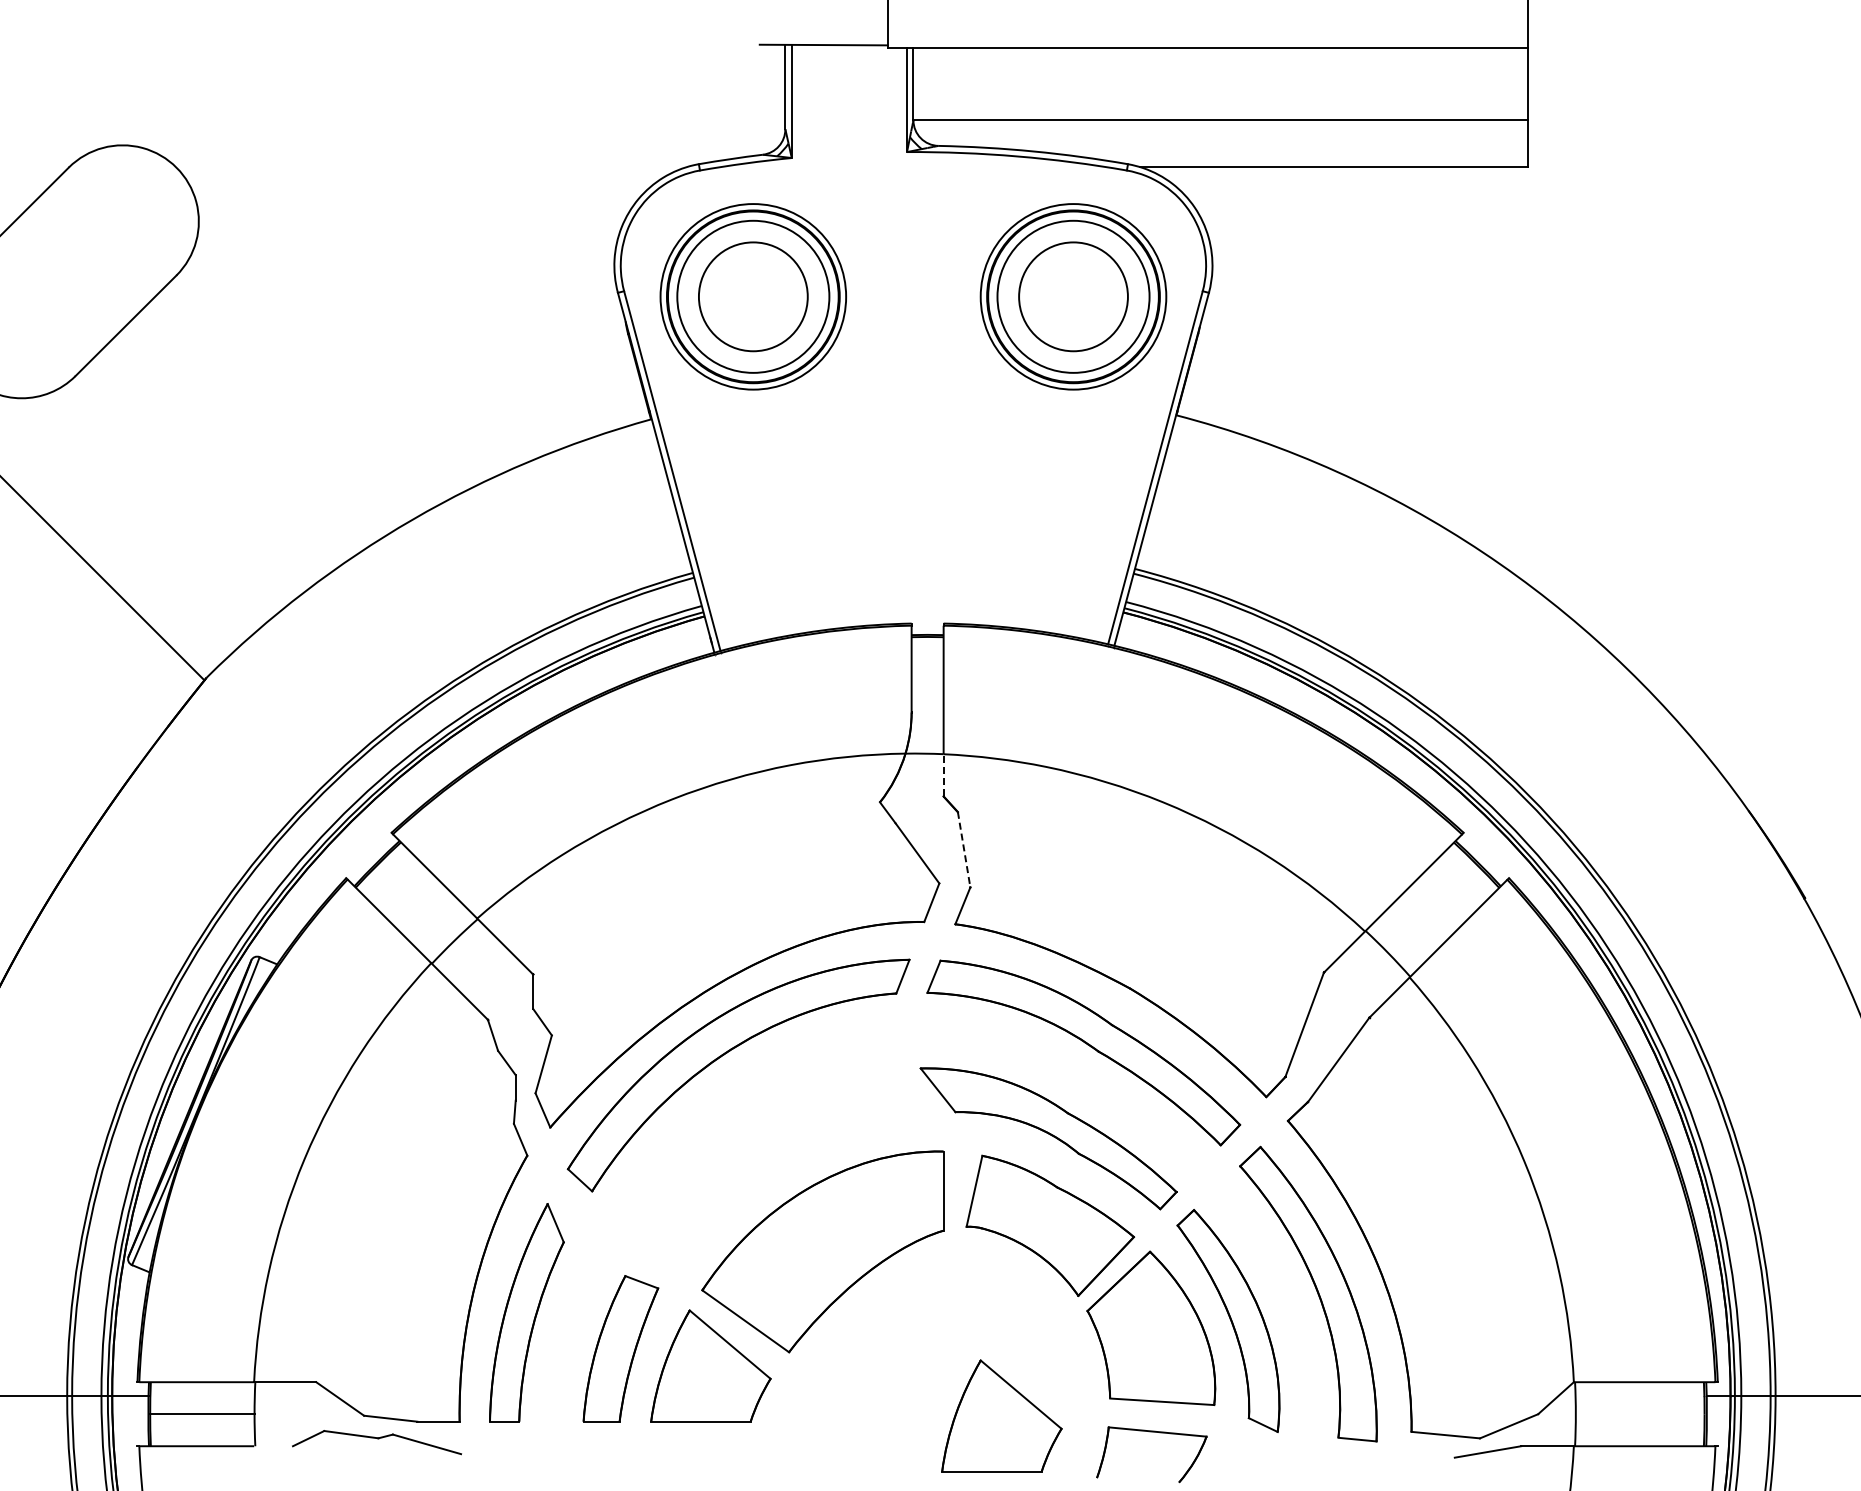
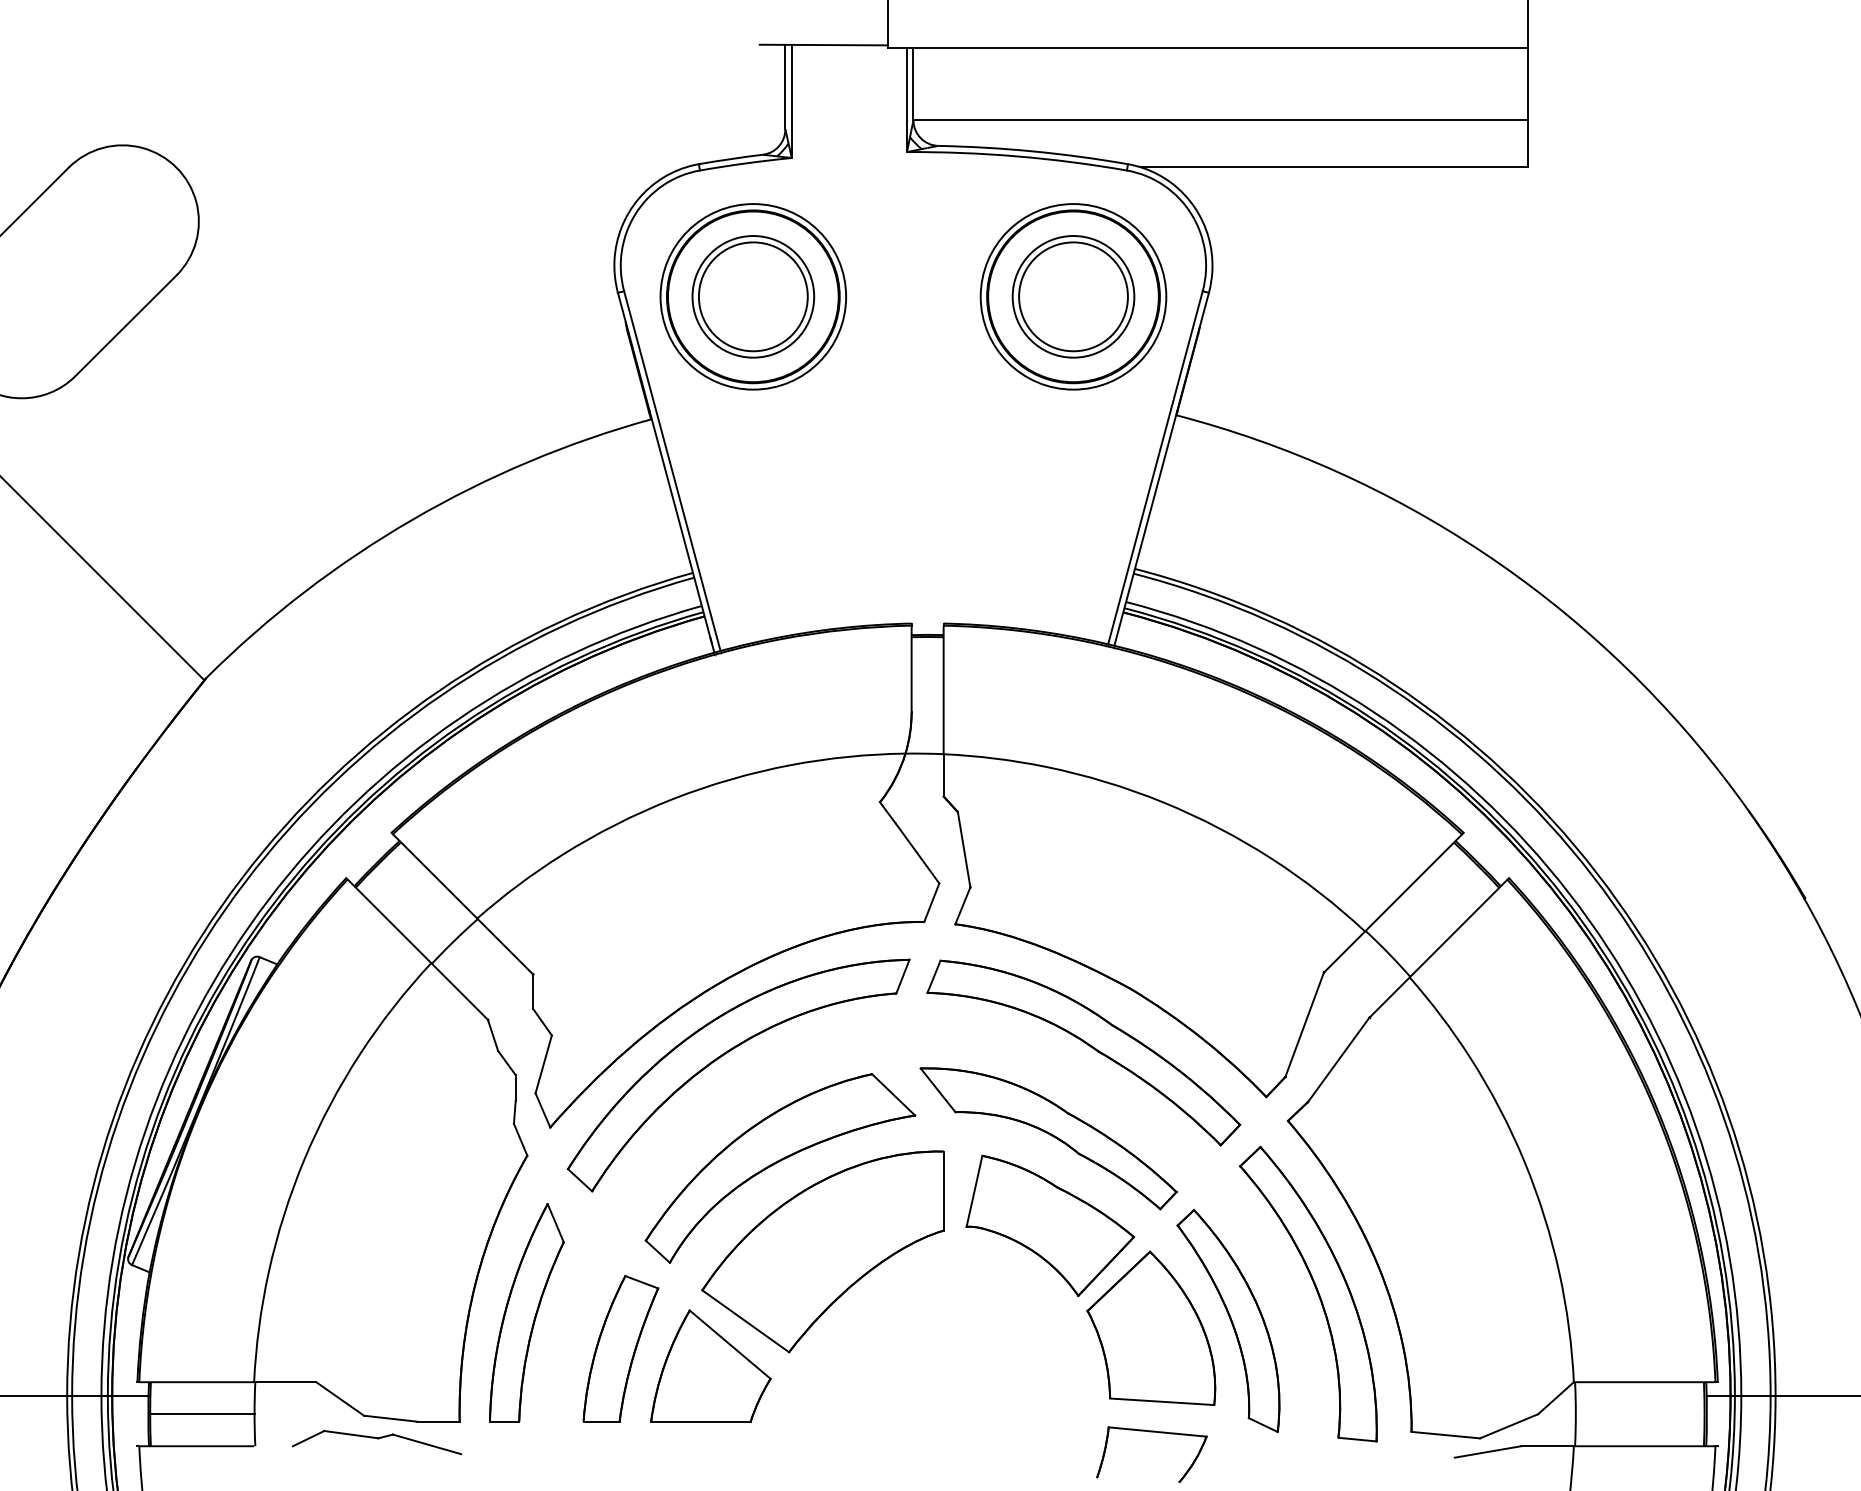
circle at (753, 296) diameter: 152 px -> 122 px
circle at (1073, 296) diameter: 152 px -> 122 px
line at (943, 774): dashed -> solid
line at (964, 850): dashed -> solid
part at (780, 1168): none -> present
part at (1001, 1415): present -> none
